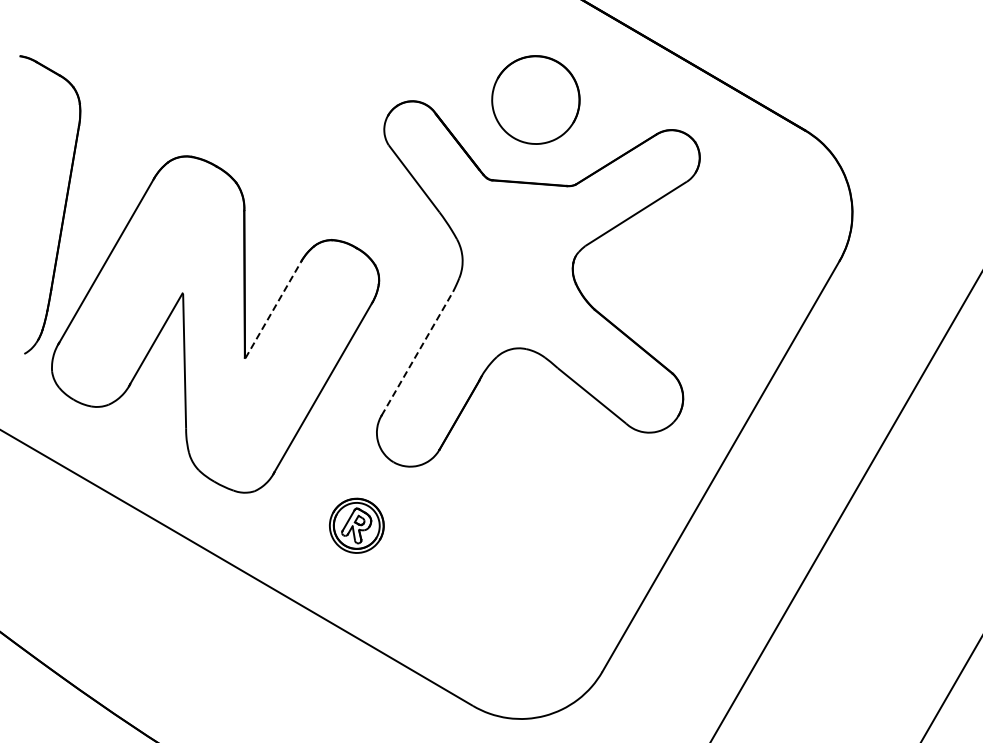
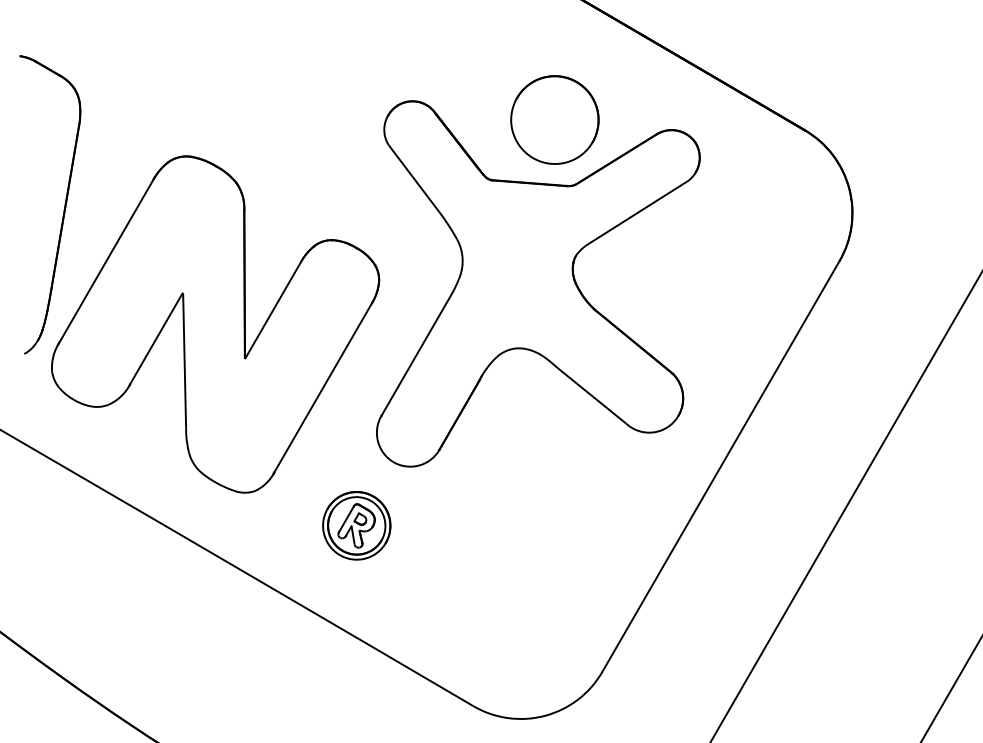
part at (535, 99) position: (535, 99) -> (554, 119)
line at (273, 310): dashed -> solid
line at (417, 353): dashed -> solid
part at (356, 525) size: 56x57 px -> 70x70 px
